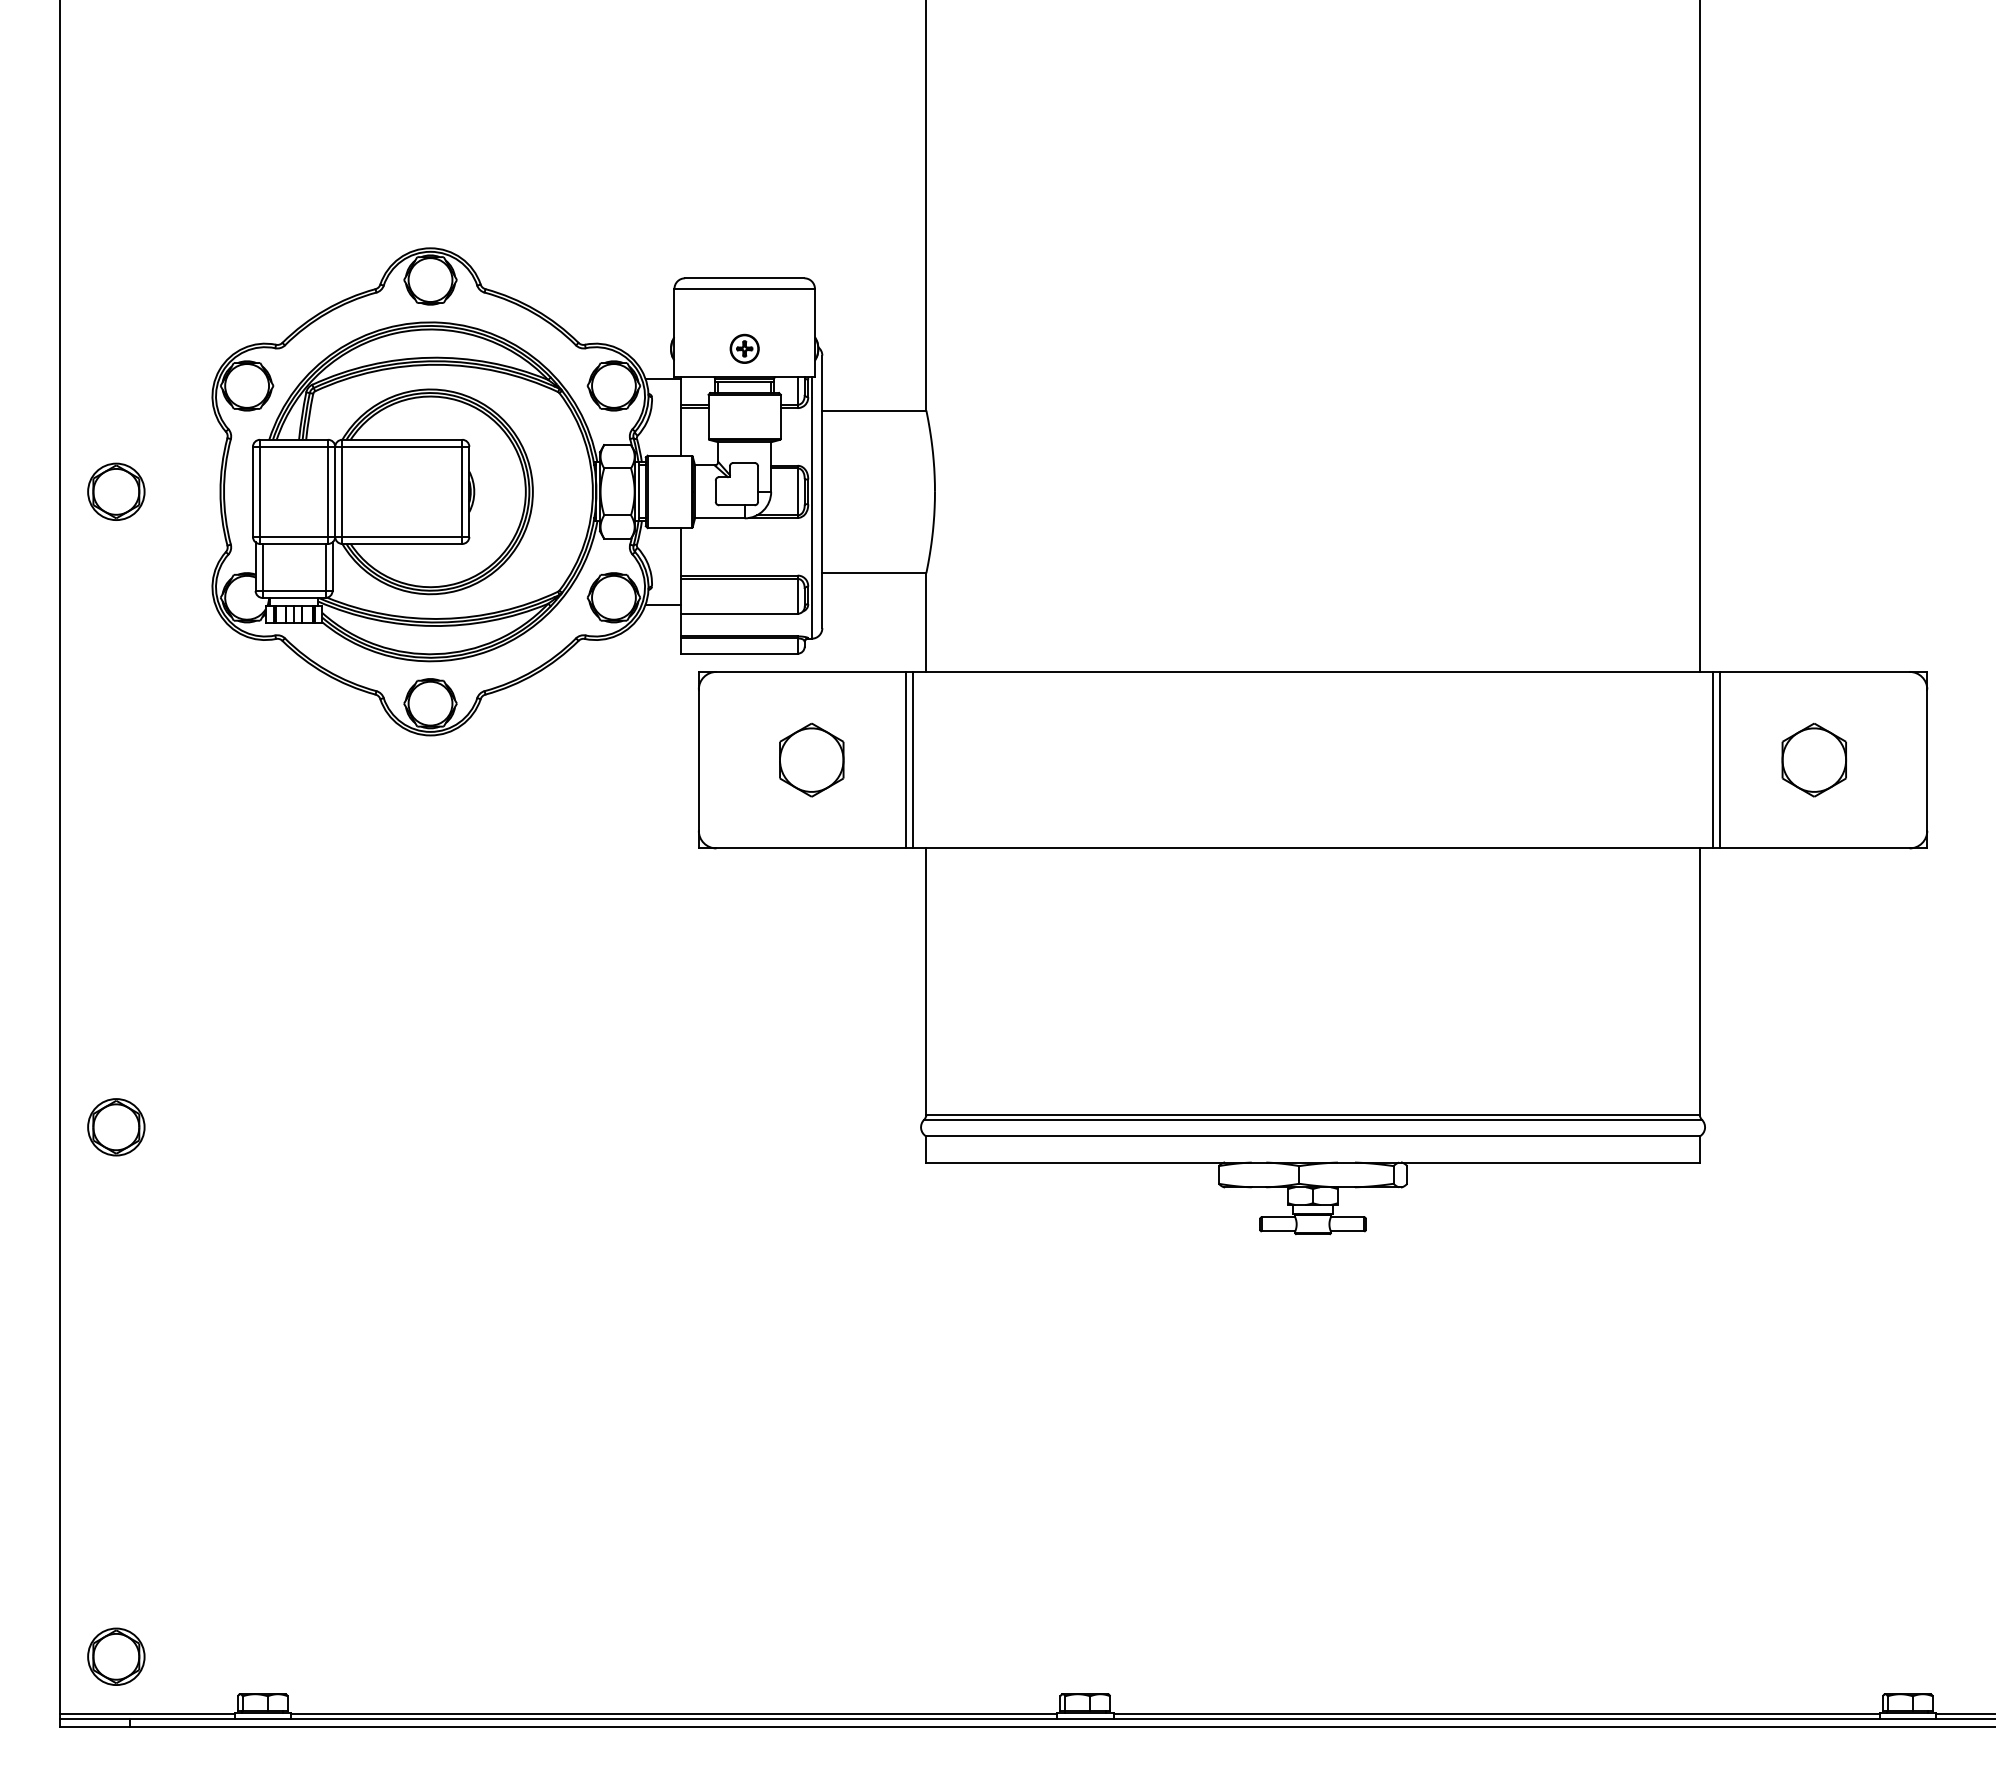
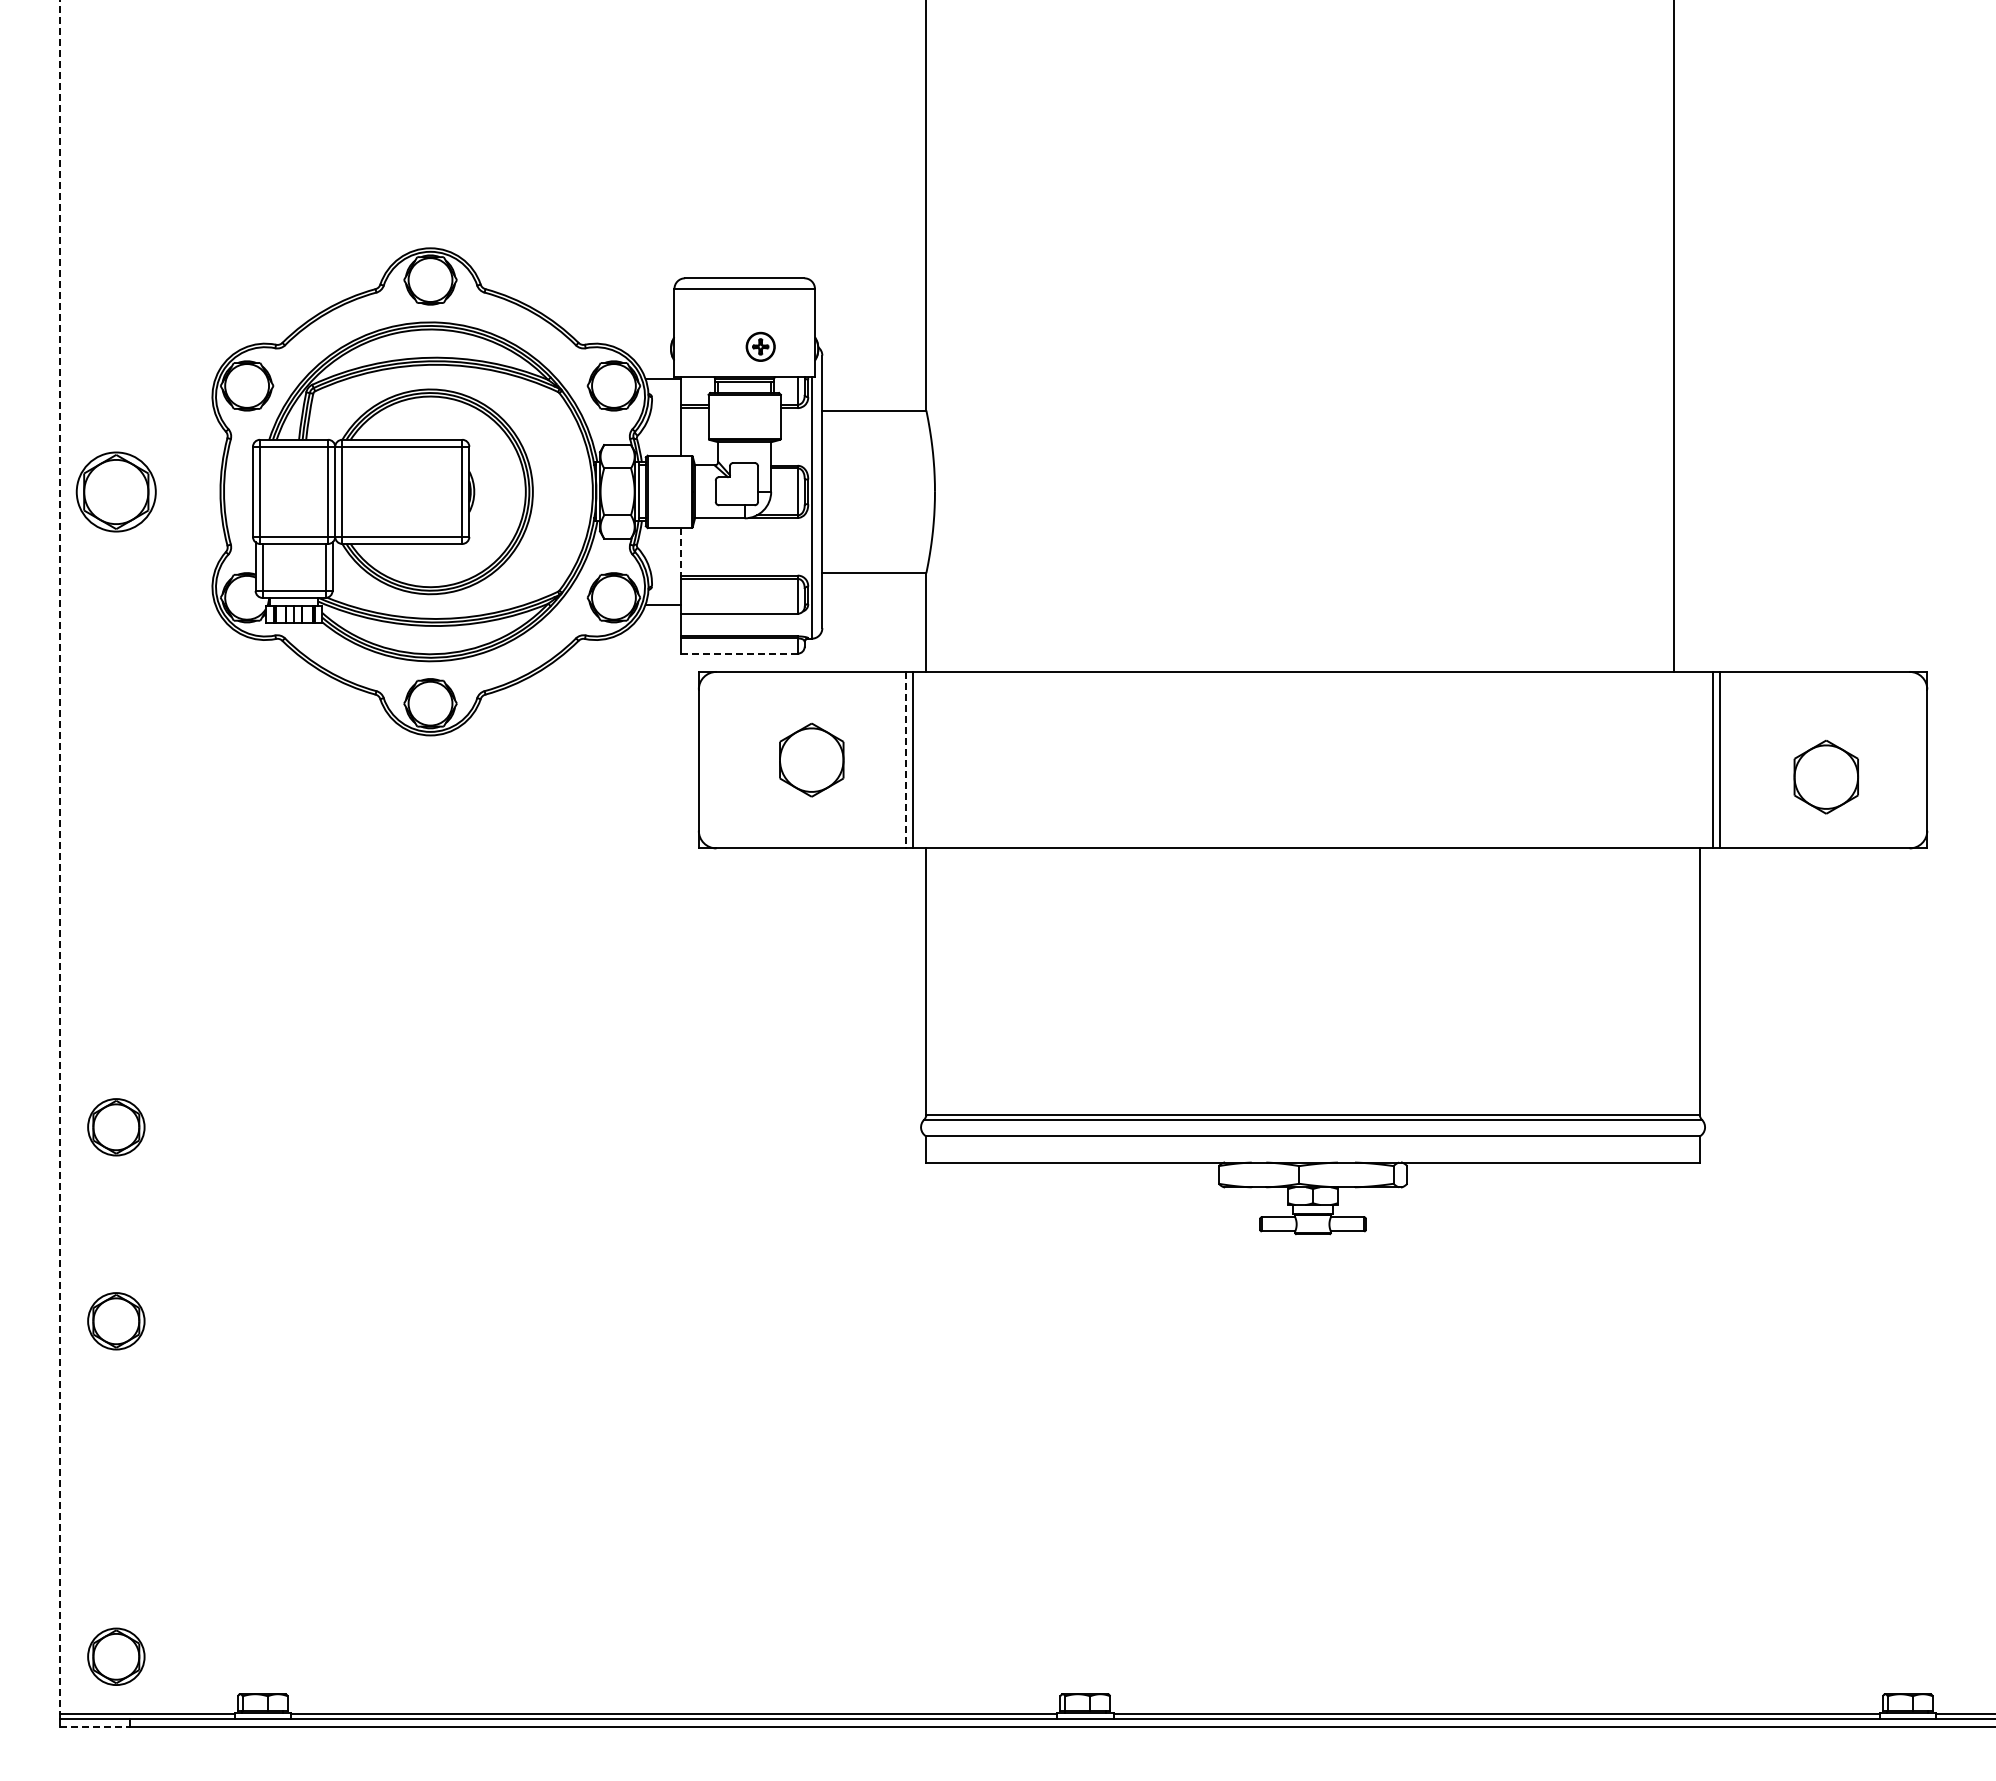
line at (1699, 336) position: (1699, 336) -> (1673, 336)
part at (744, 348) position: (744, 348) -> (760, 346)
part at (116, 491) size: 59x59 px -> 82x82 px
line at (681, 551): solid -> dashed
line at (739, 653): solid -> dashed
part at (1814, 759) position: (1814, 759) -> (1826, 776)
line at (905, 760): solid -> dashed
line at (59, 857): solid -> dashed
part at (116, 1321): none -> present
line at (95, 1727): solid -> dashed
